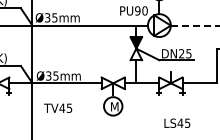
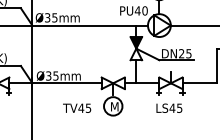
text at (137, 10): PU90 -> PU40
line at (195, 25): dashed -> solid
text at (58, 107) position: (58, 107) -> (77, 107)
text at (177, 122) position: (177, 122) -> (169, 107)
